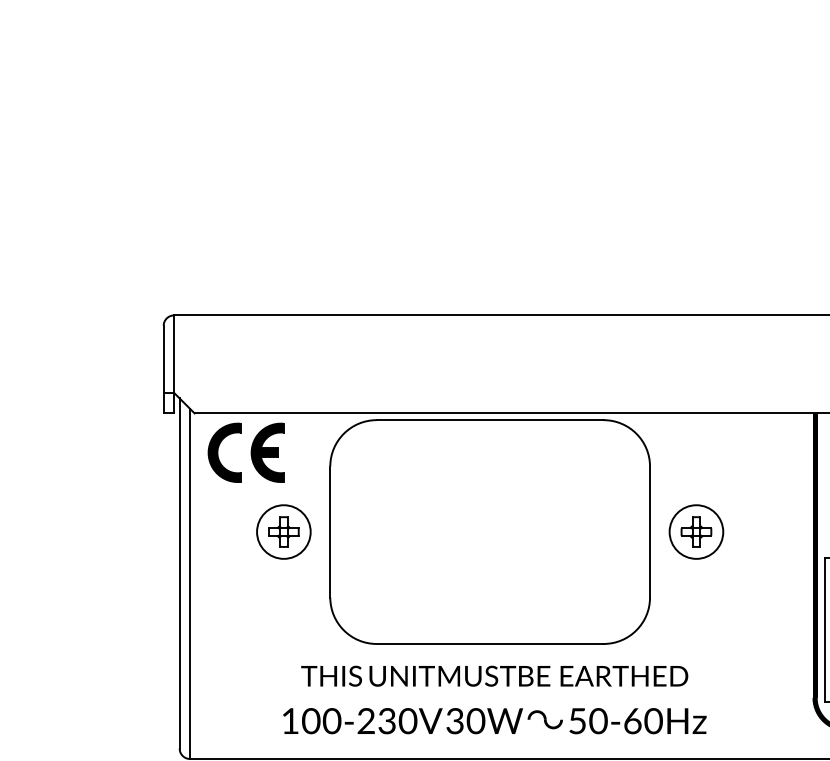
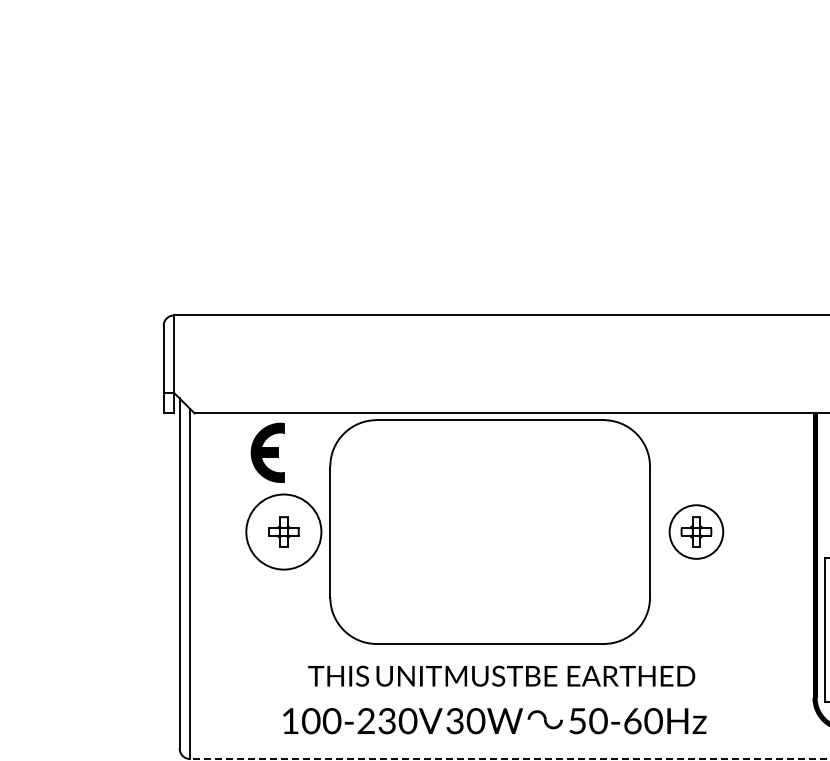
part at (224, 452): present -> none
circle at (283, 531) diameter: 54 px -> 75 px
text at (494, 675) position: (494, 675) -> (501, 675)
line at (509, 758): solid -> dashed
